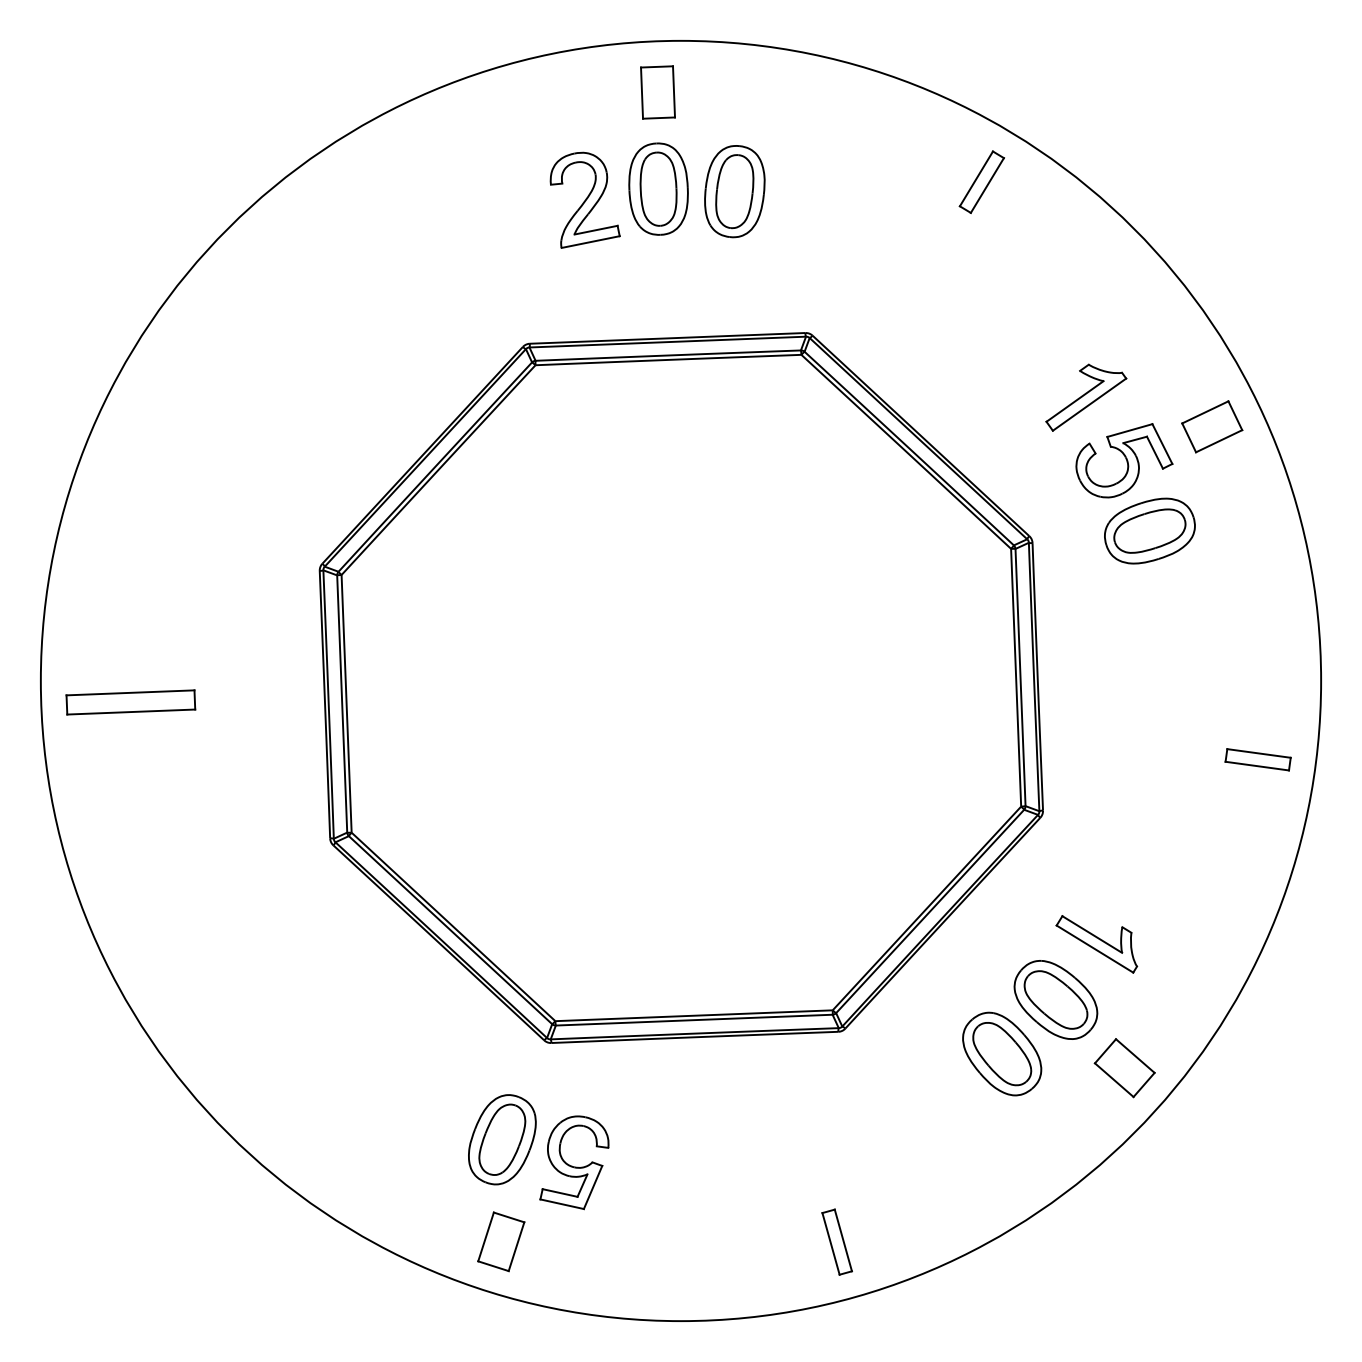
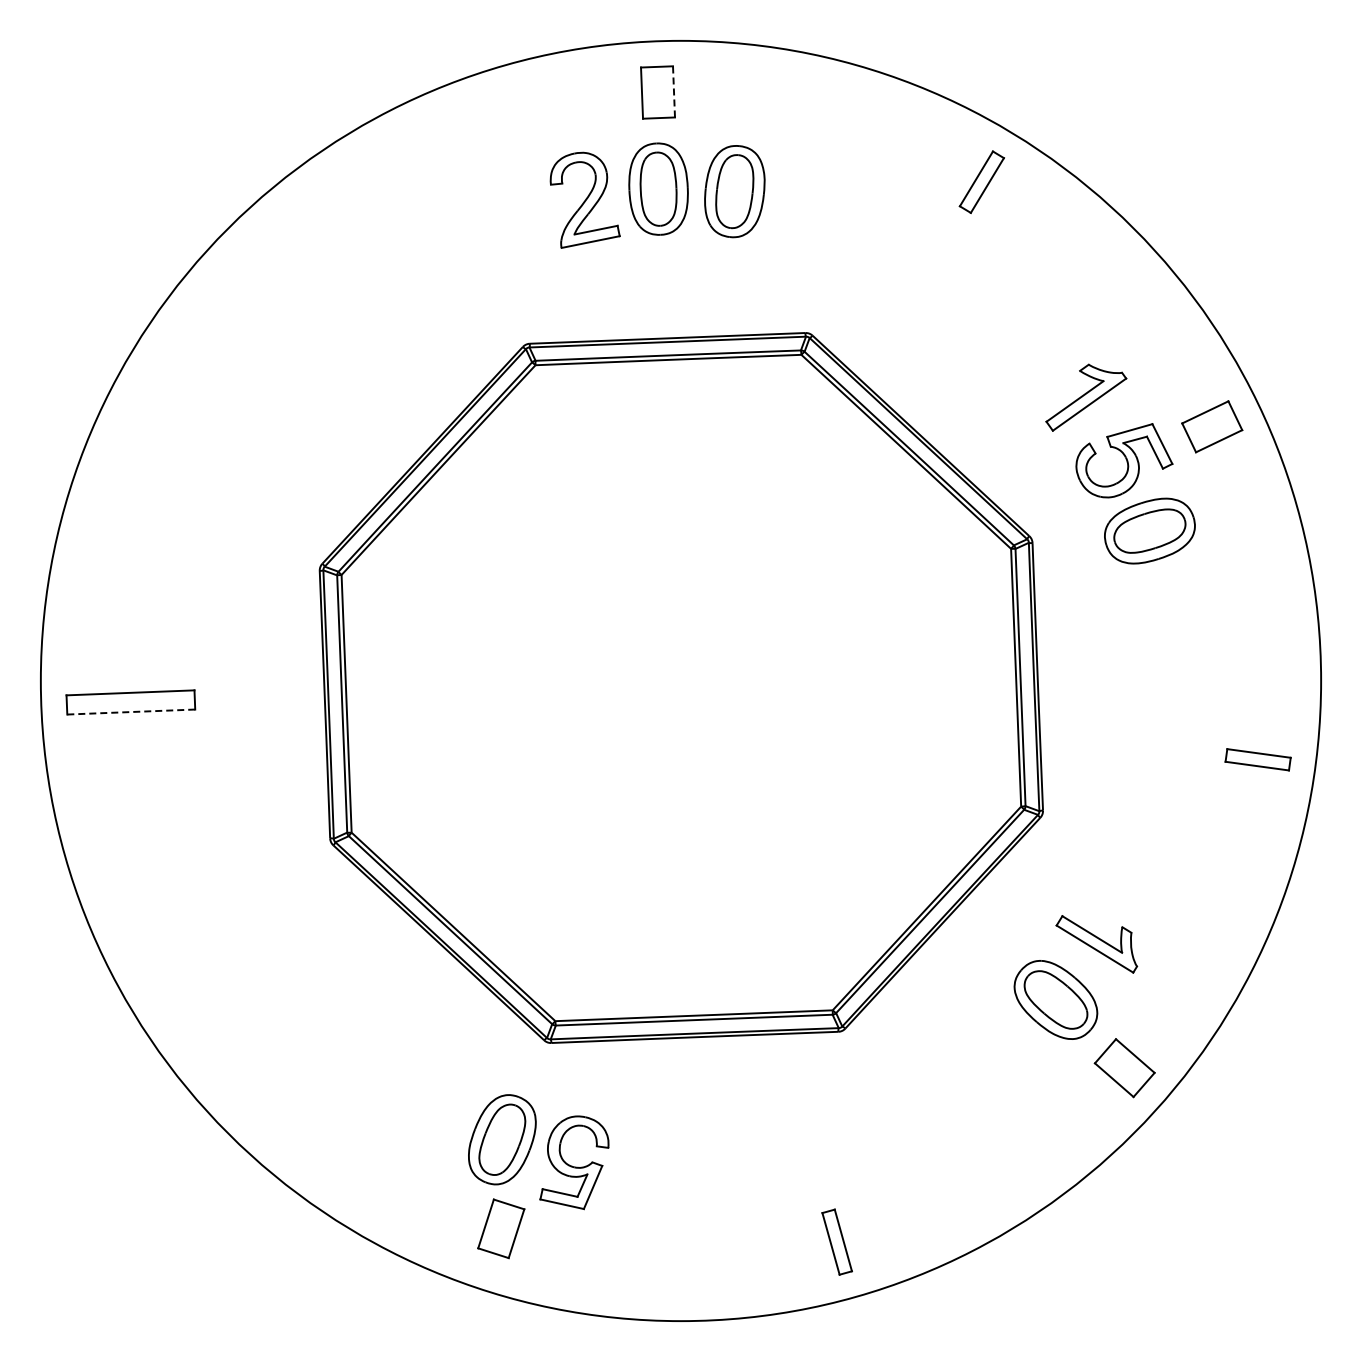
line at (674, 91): solid -> dashed
line at (131, 712): solid -> dashed
part at (1002, 1053): present -> none
part at (501, 1241) position: (501, 1241) -> (501, 1228)
